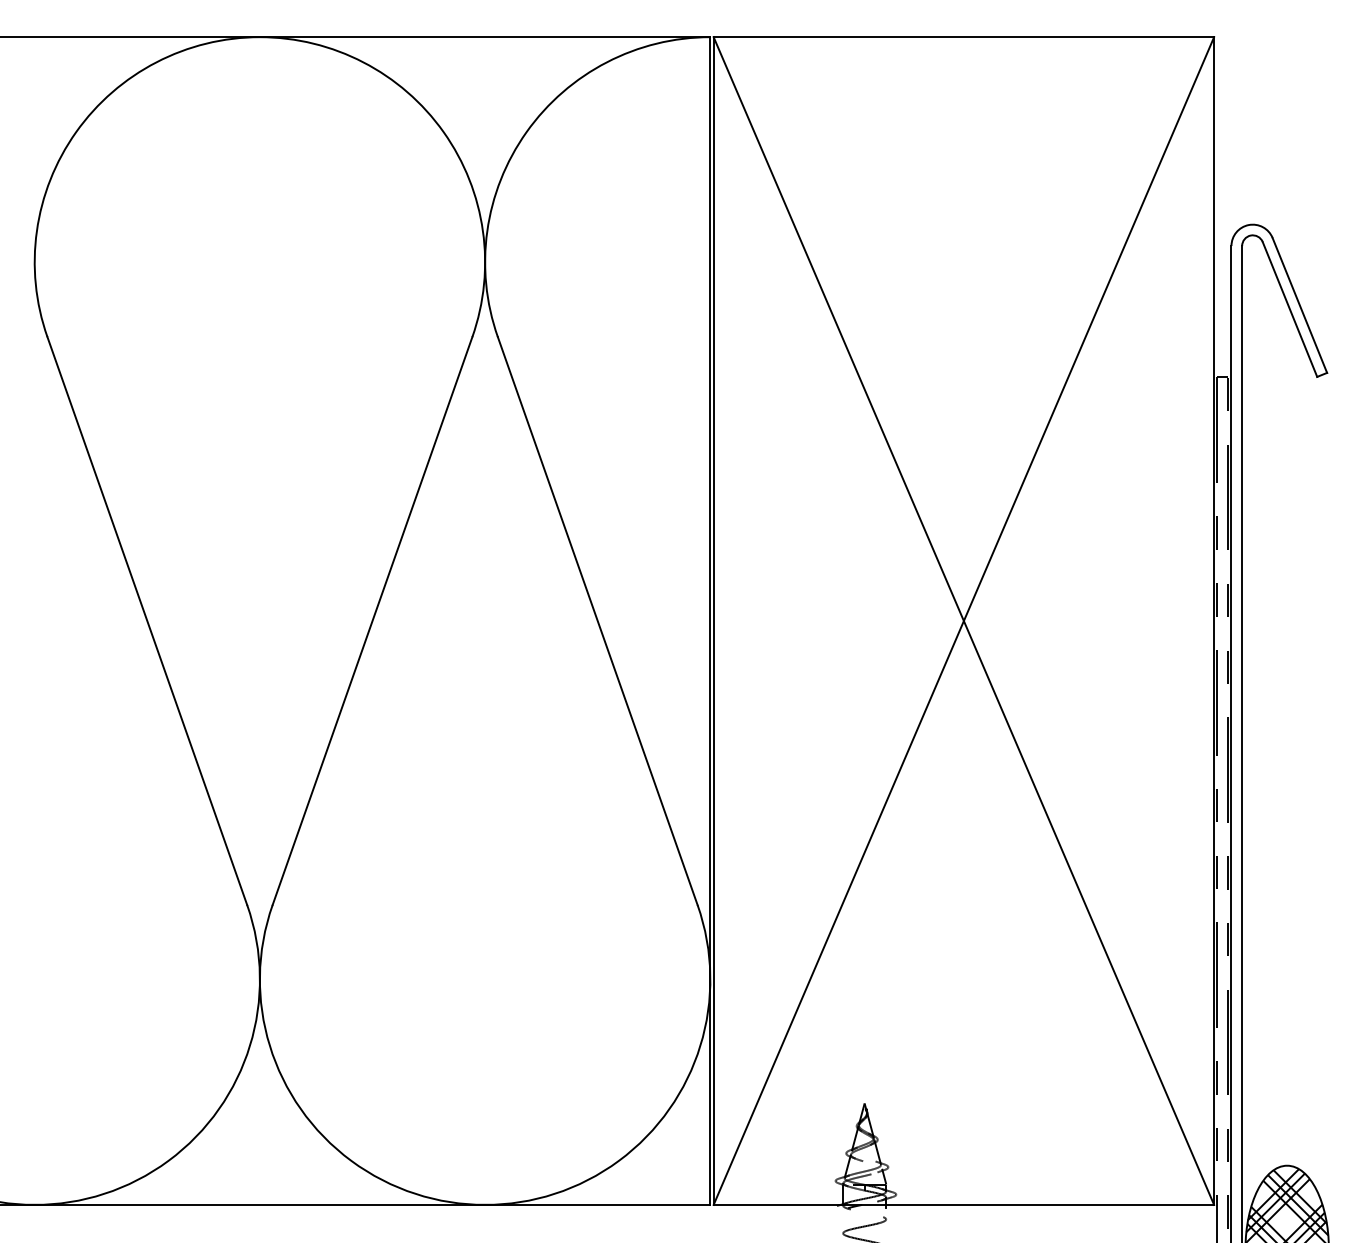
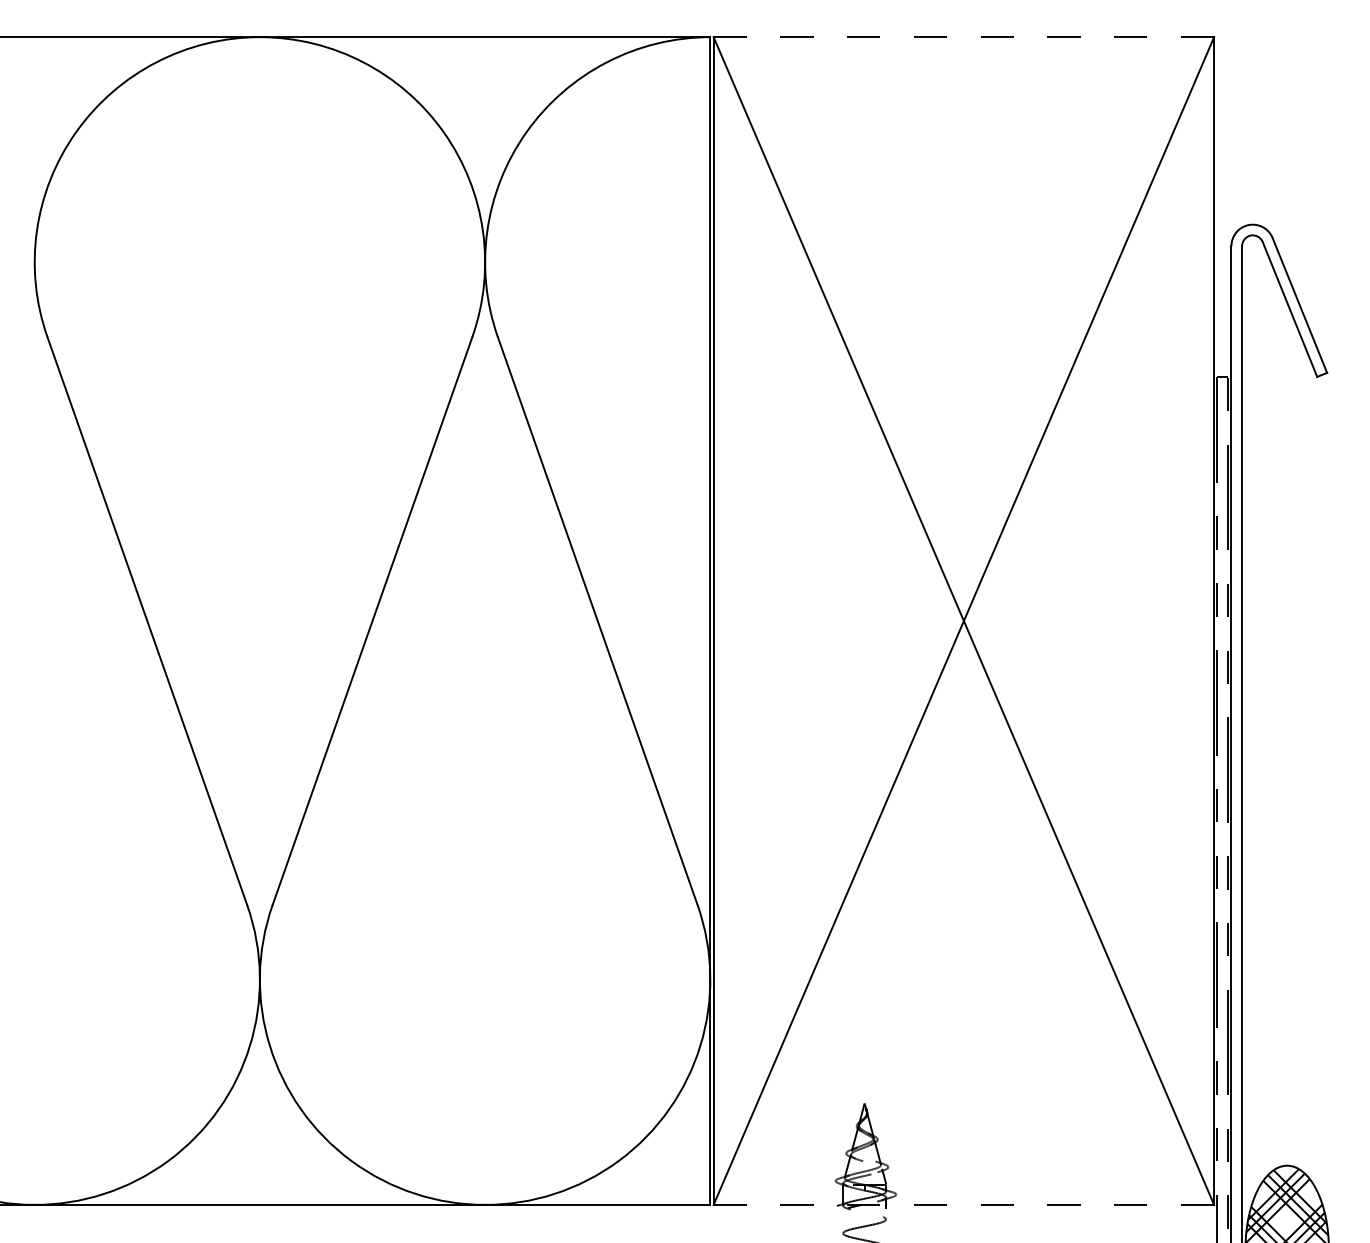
line at (964, 37): solid -> dashed
line at (963, 1204): solid -> dashed
